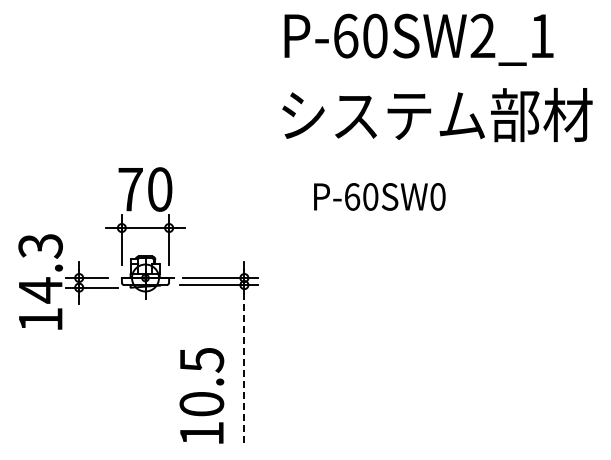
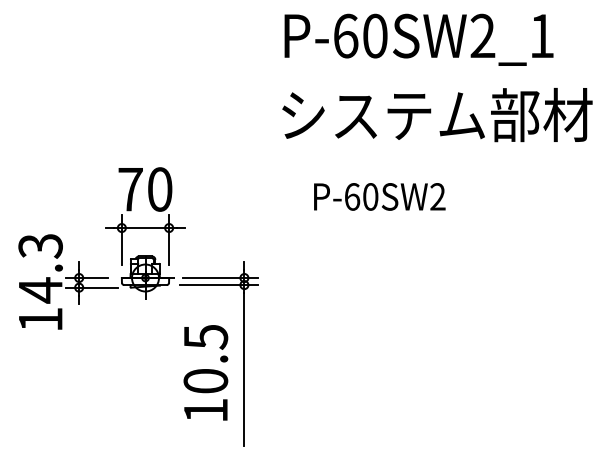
text at (437, 196): P-60SW0 -> P-60SW2
line at (244, 370): dashed -> solid
text at (201, 395) position: (201, 395) -> (205, 372)
